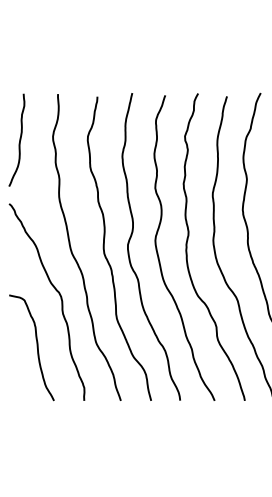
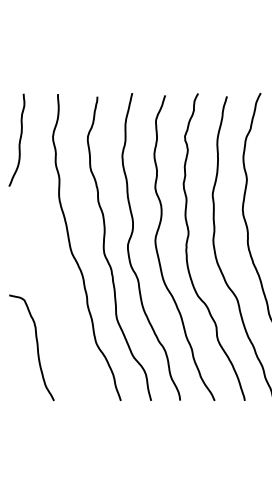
curve at (56, 291): present -> none
